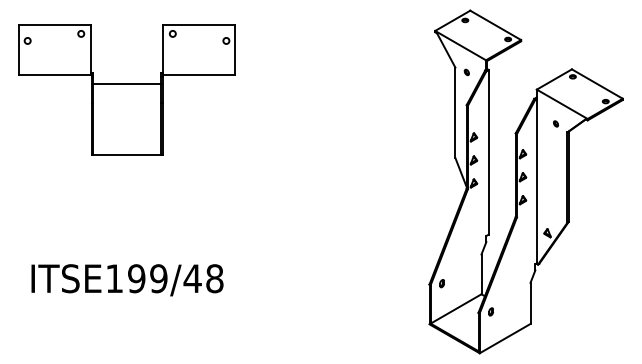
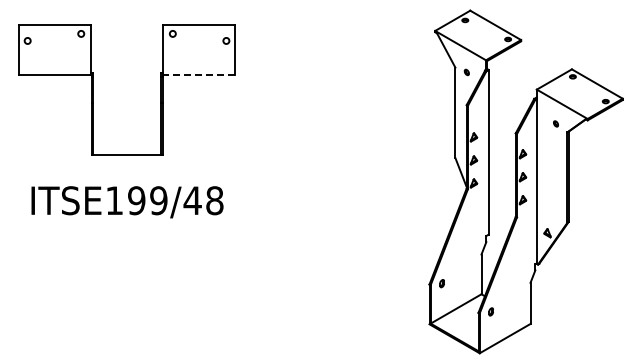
line at (198, 75): solid -> dashed
line at (126, 83): present -> none
text at (127, 280) position: (127, 280) -> (127, 202)
